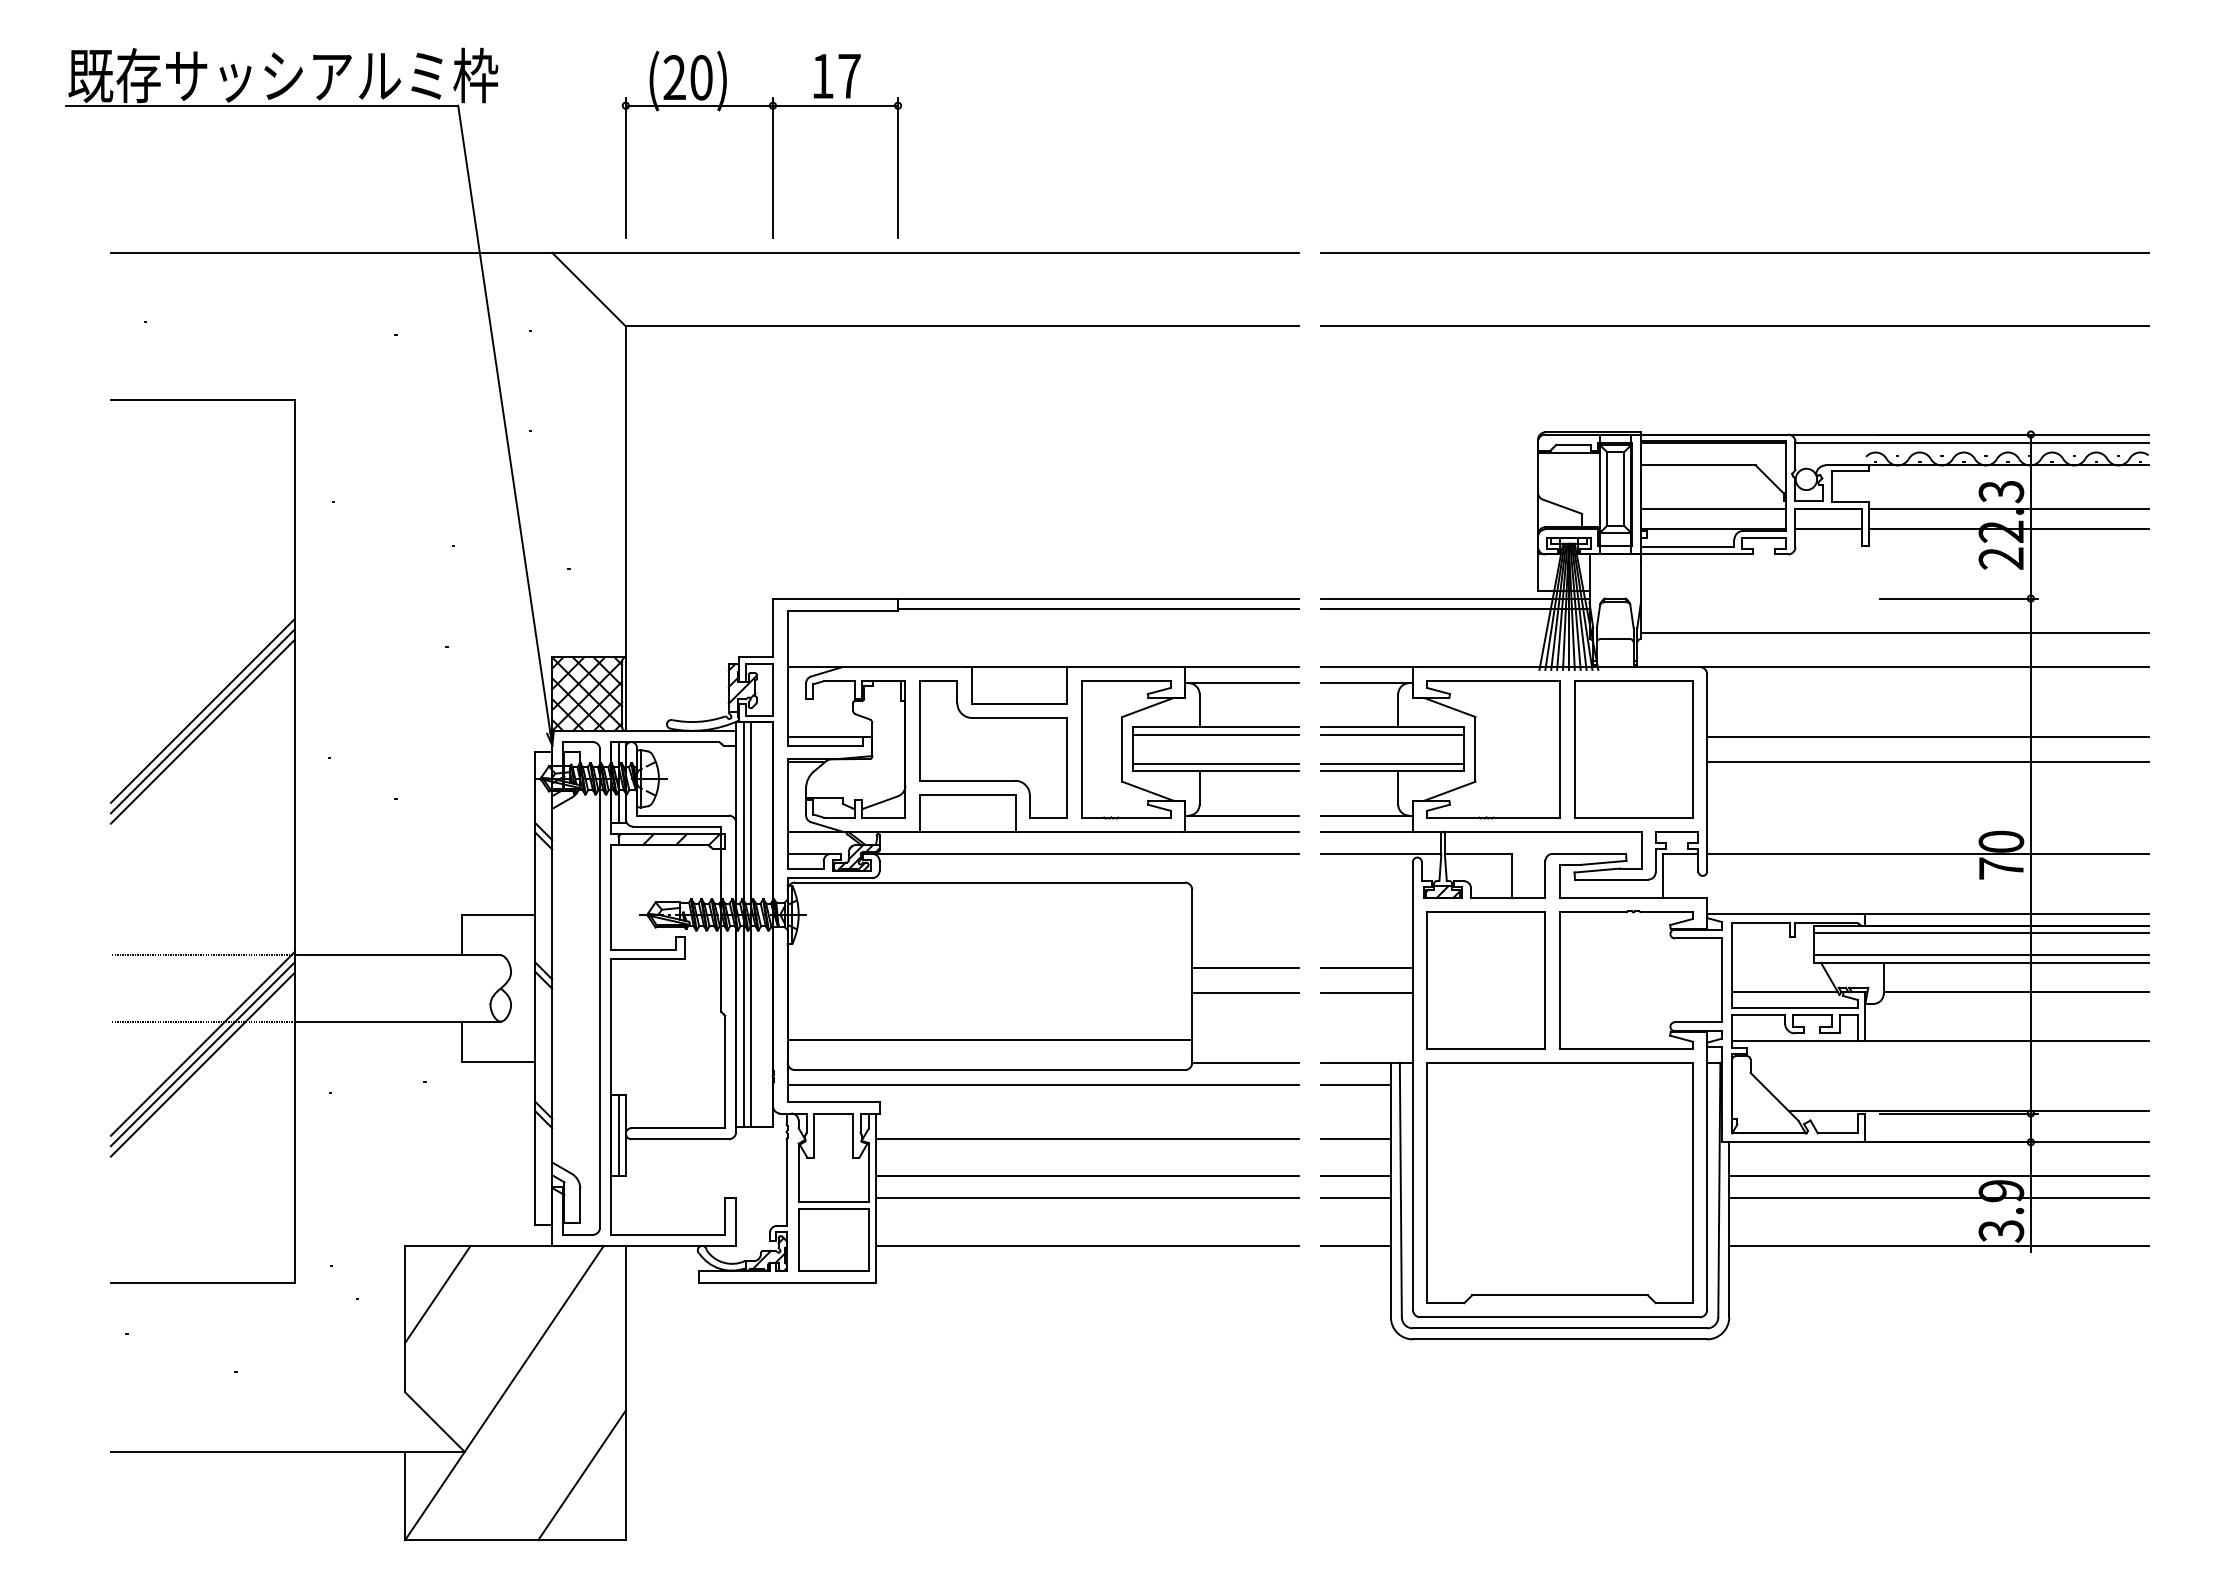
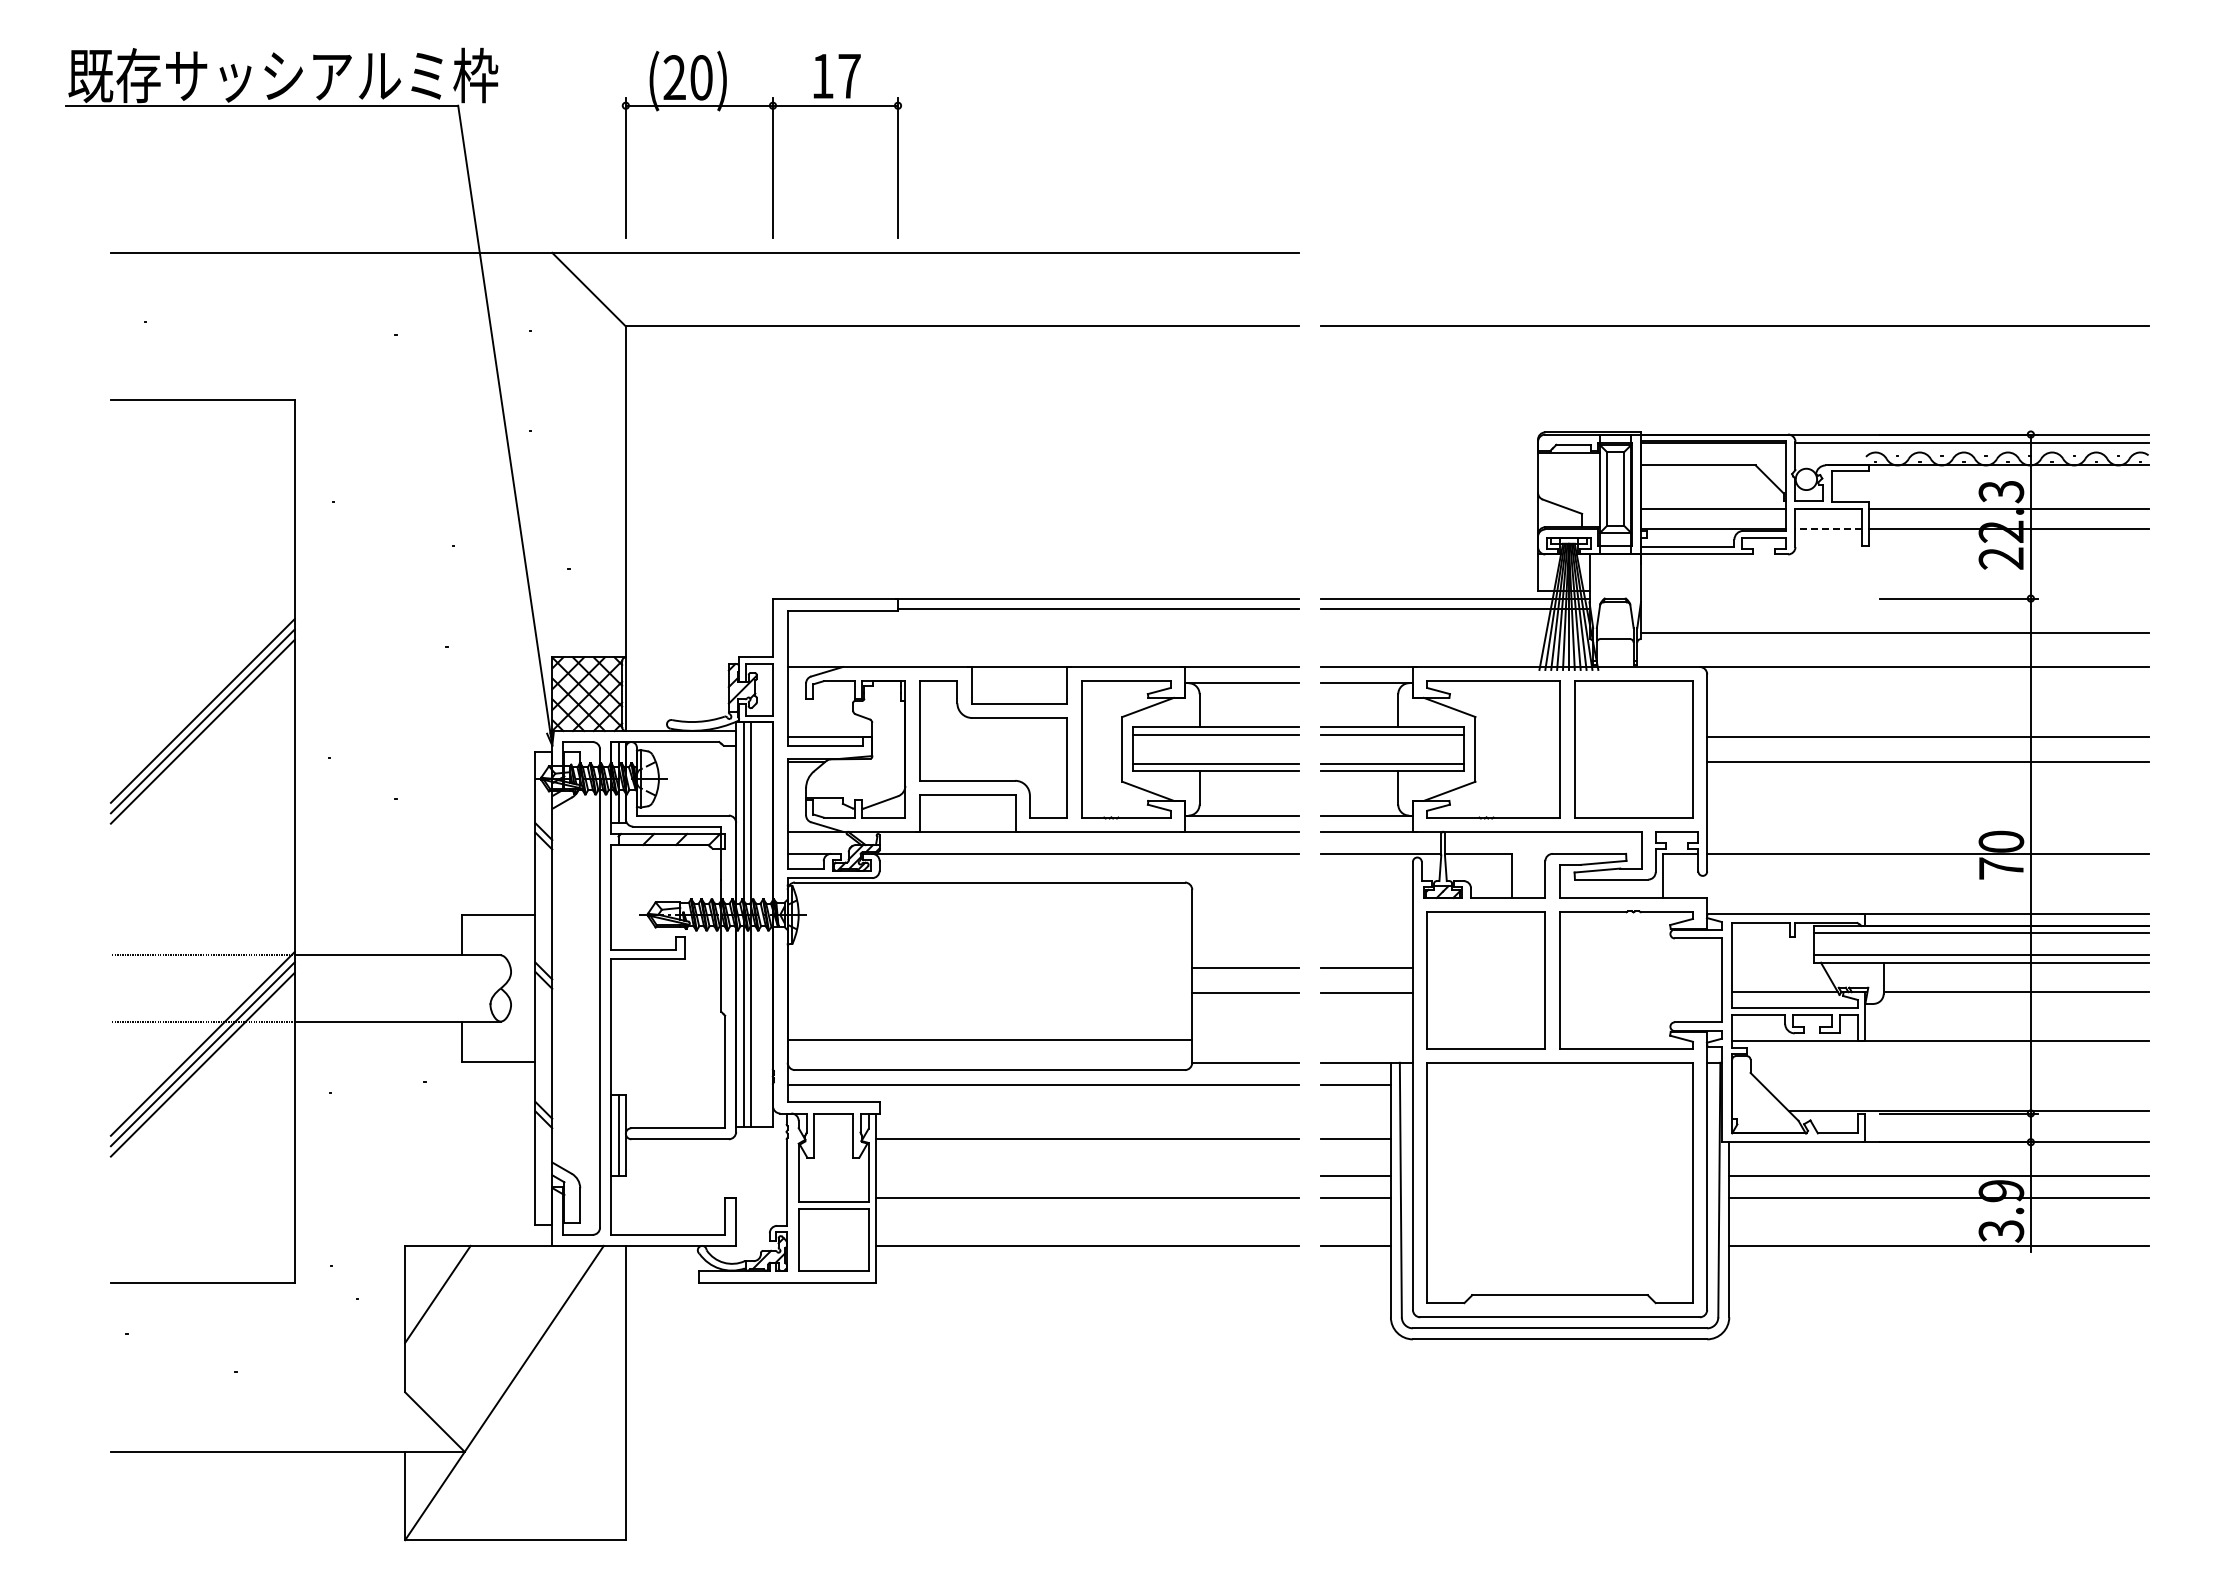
line at (1734, 252): present -> none
line at (1828, 528): solid -> dashed
line at (1086, 1176): present -> none
line at (581, 1475): present -> none
